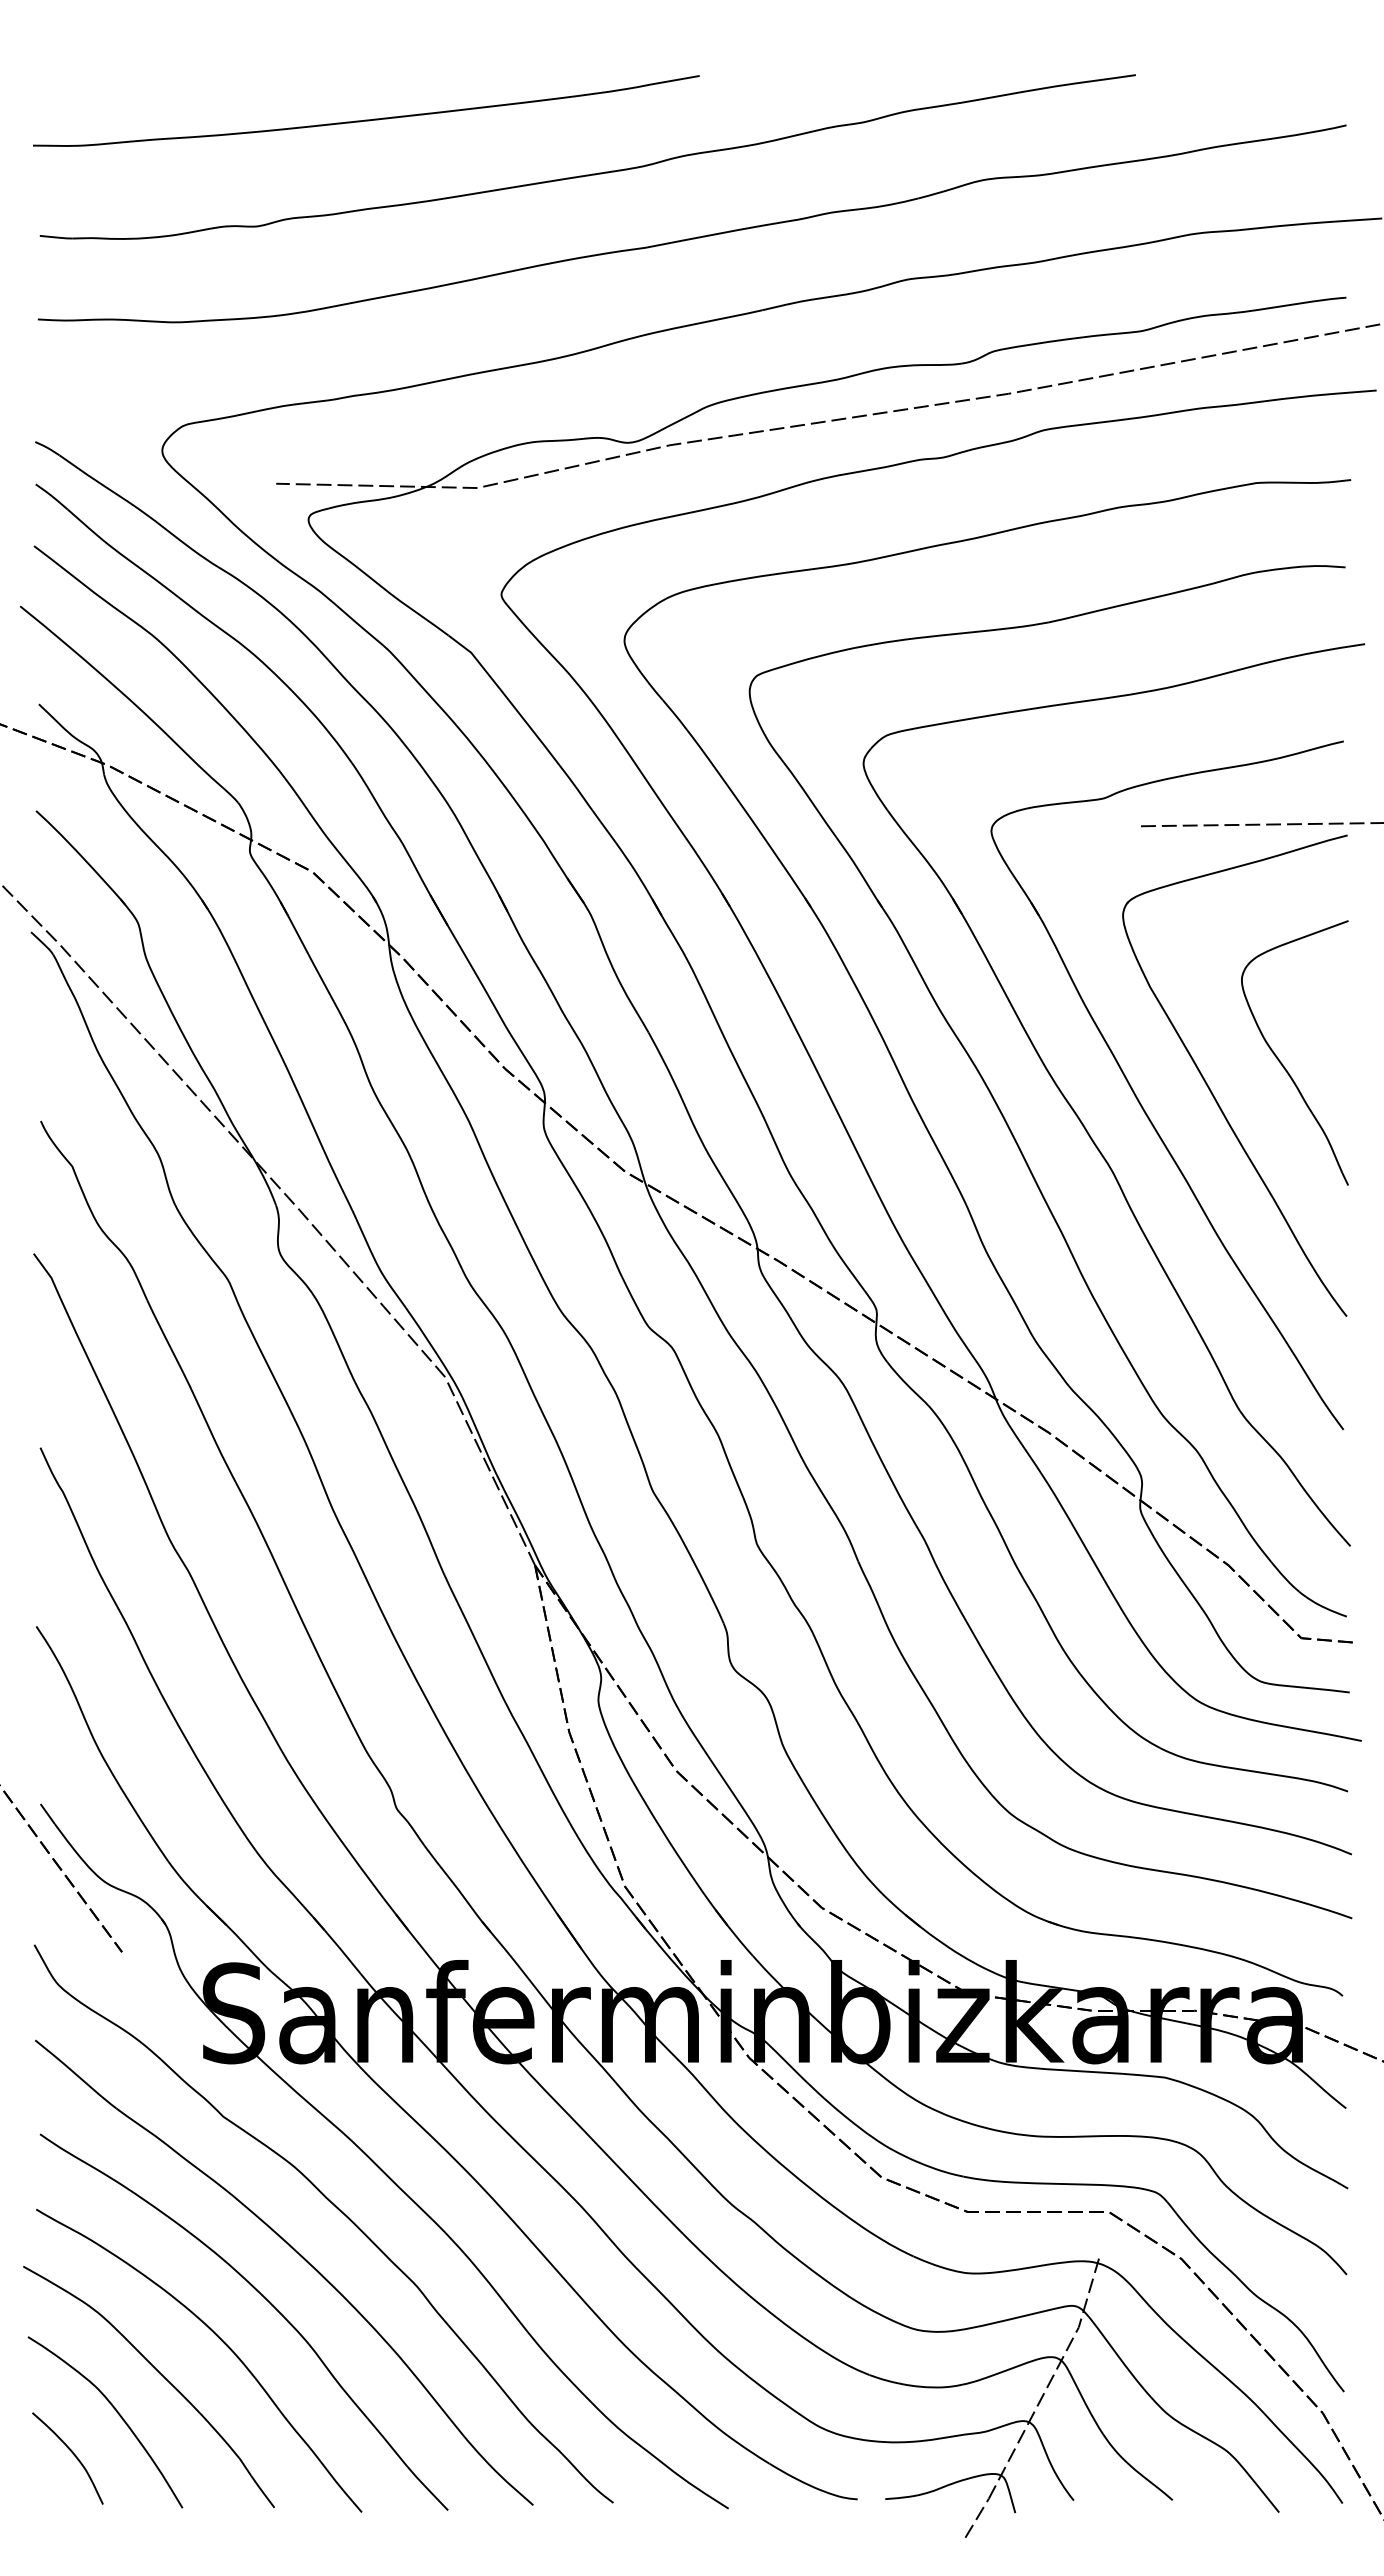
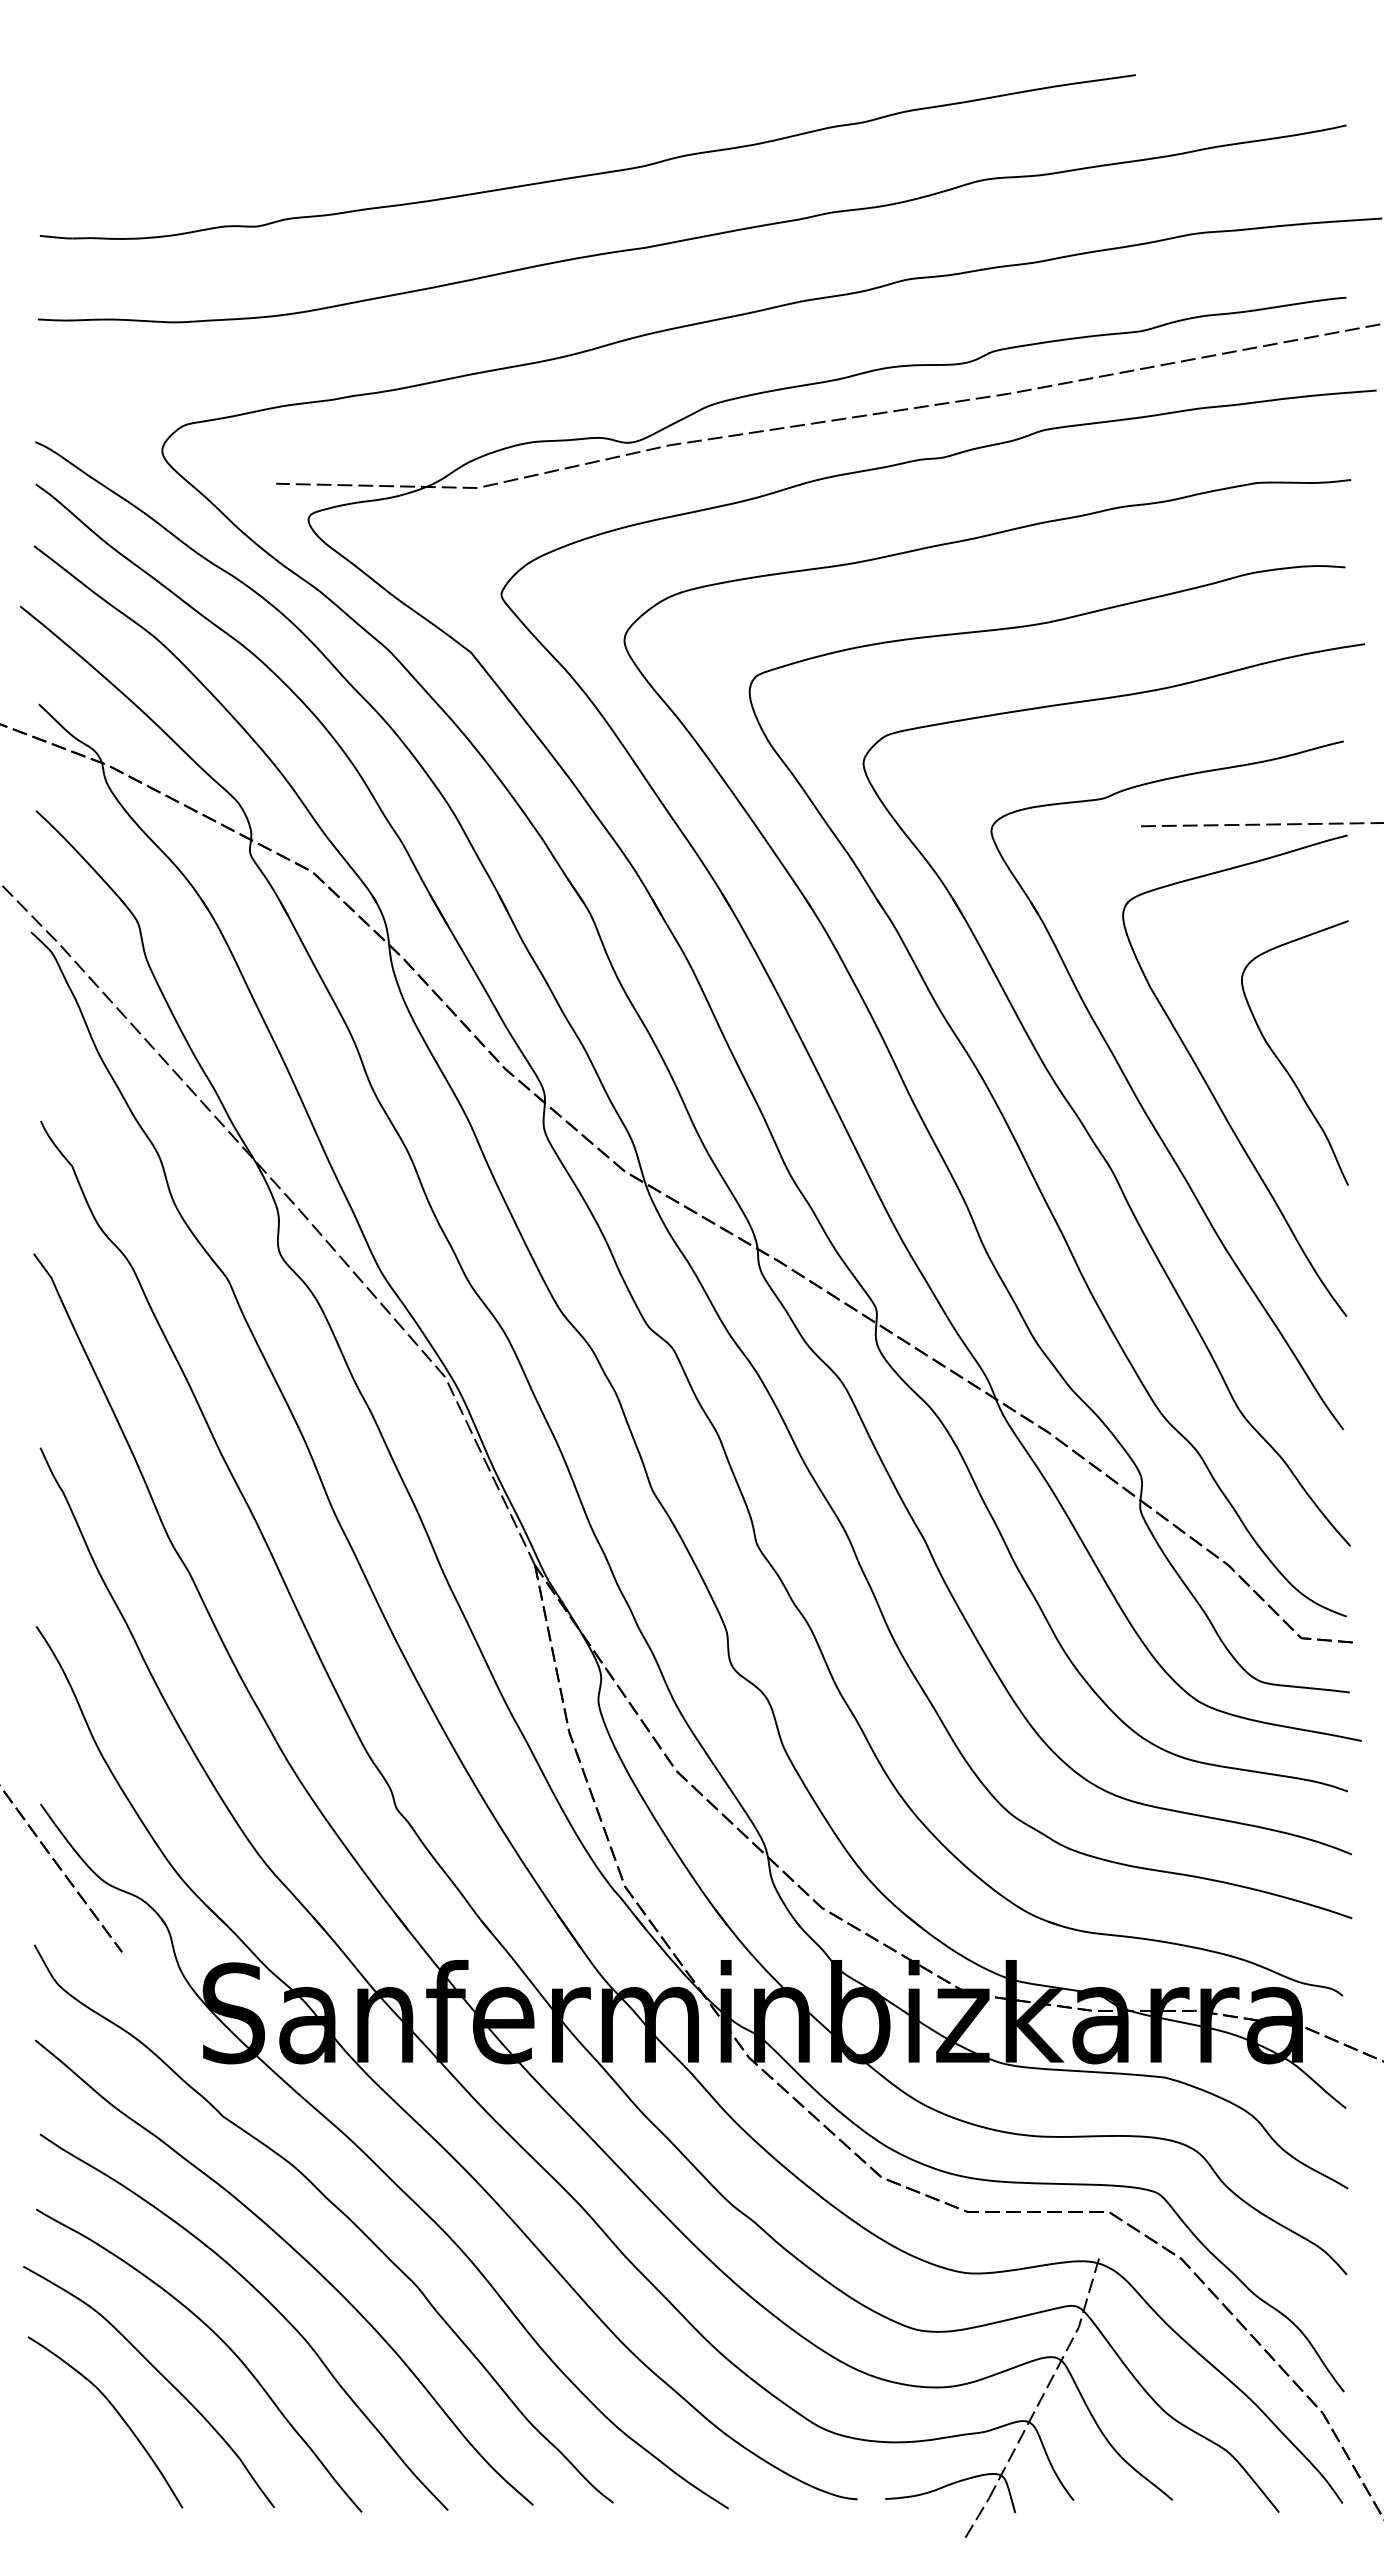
curve at (366, 119): present -> none
curve at (73, 2455): present -> none
